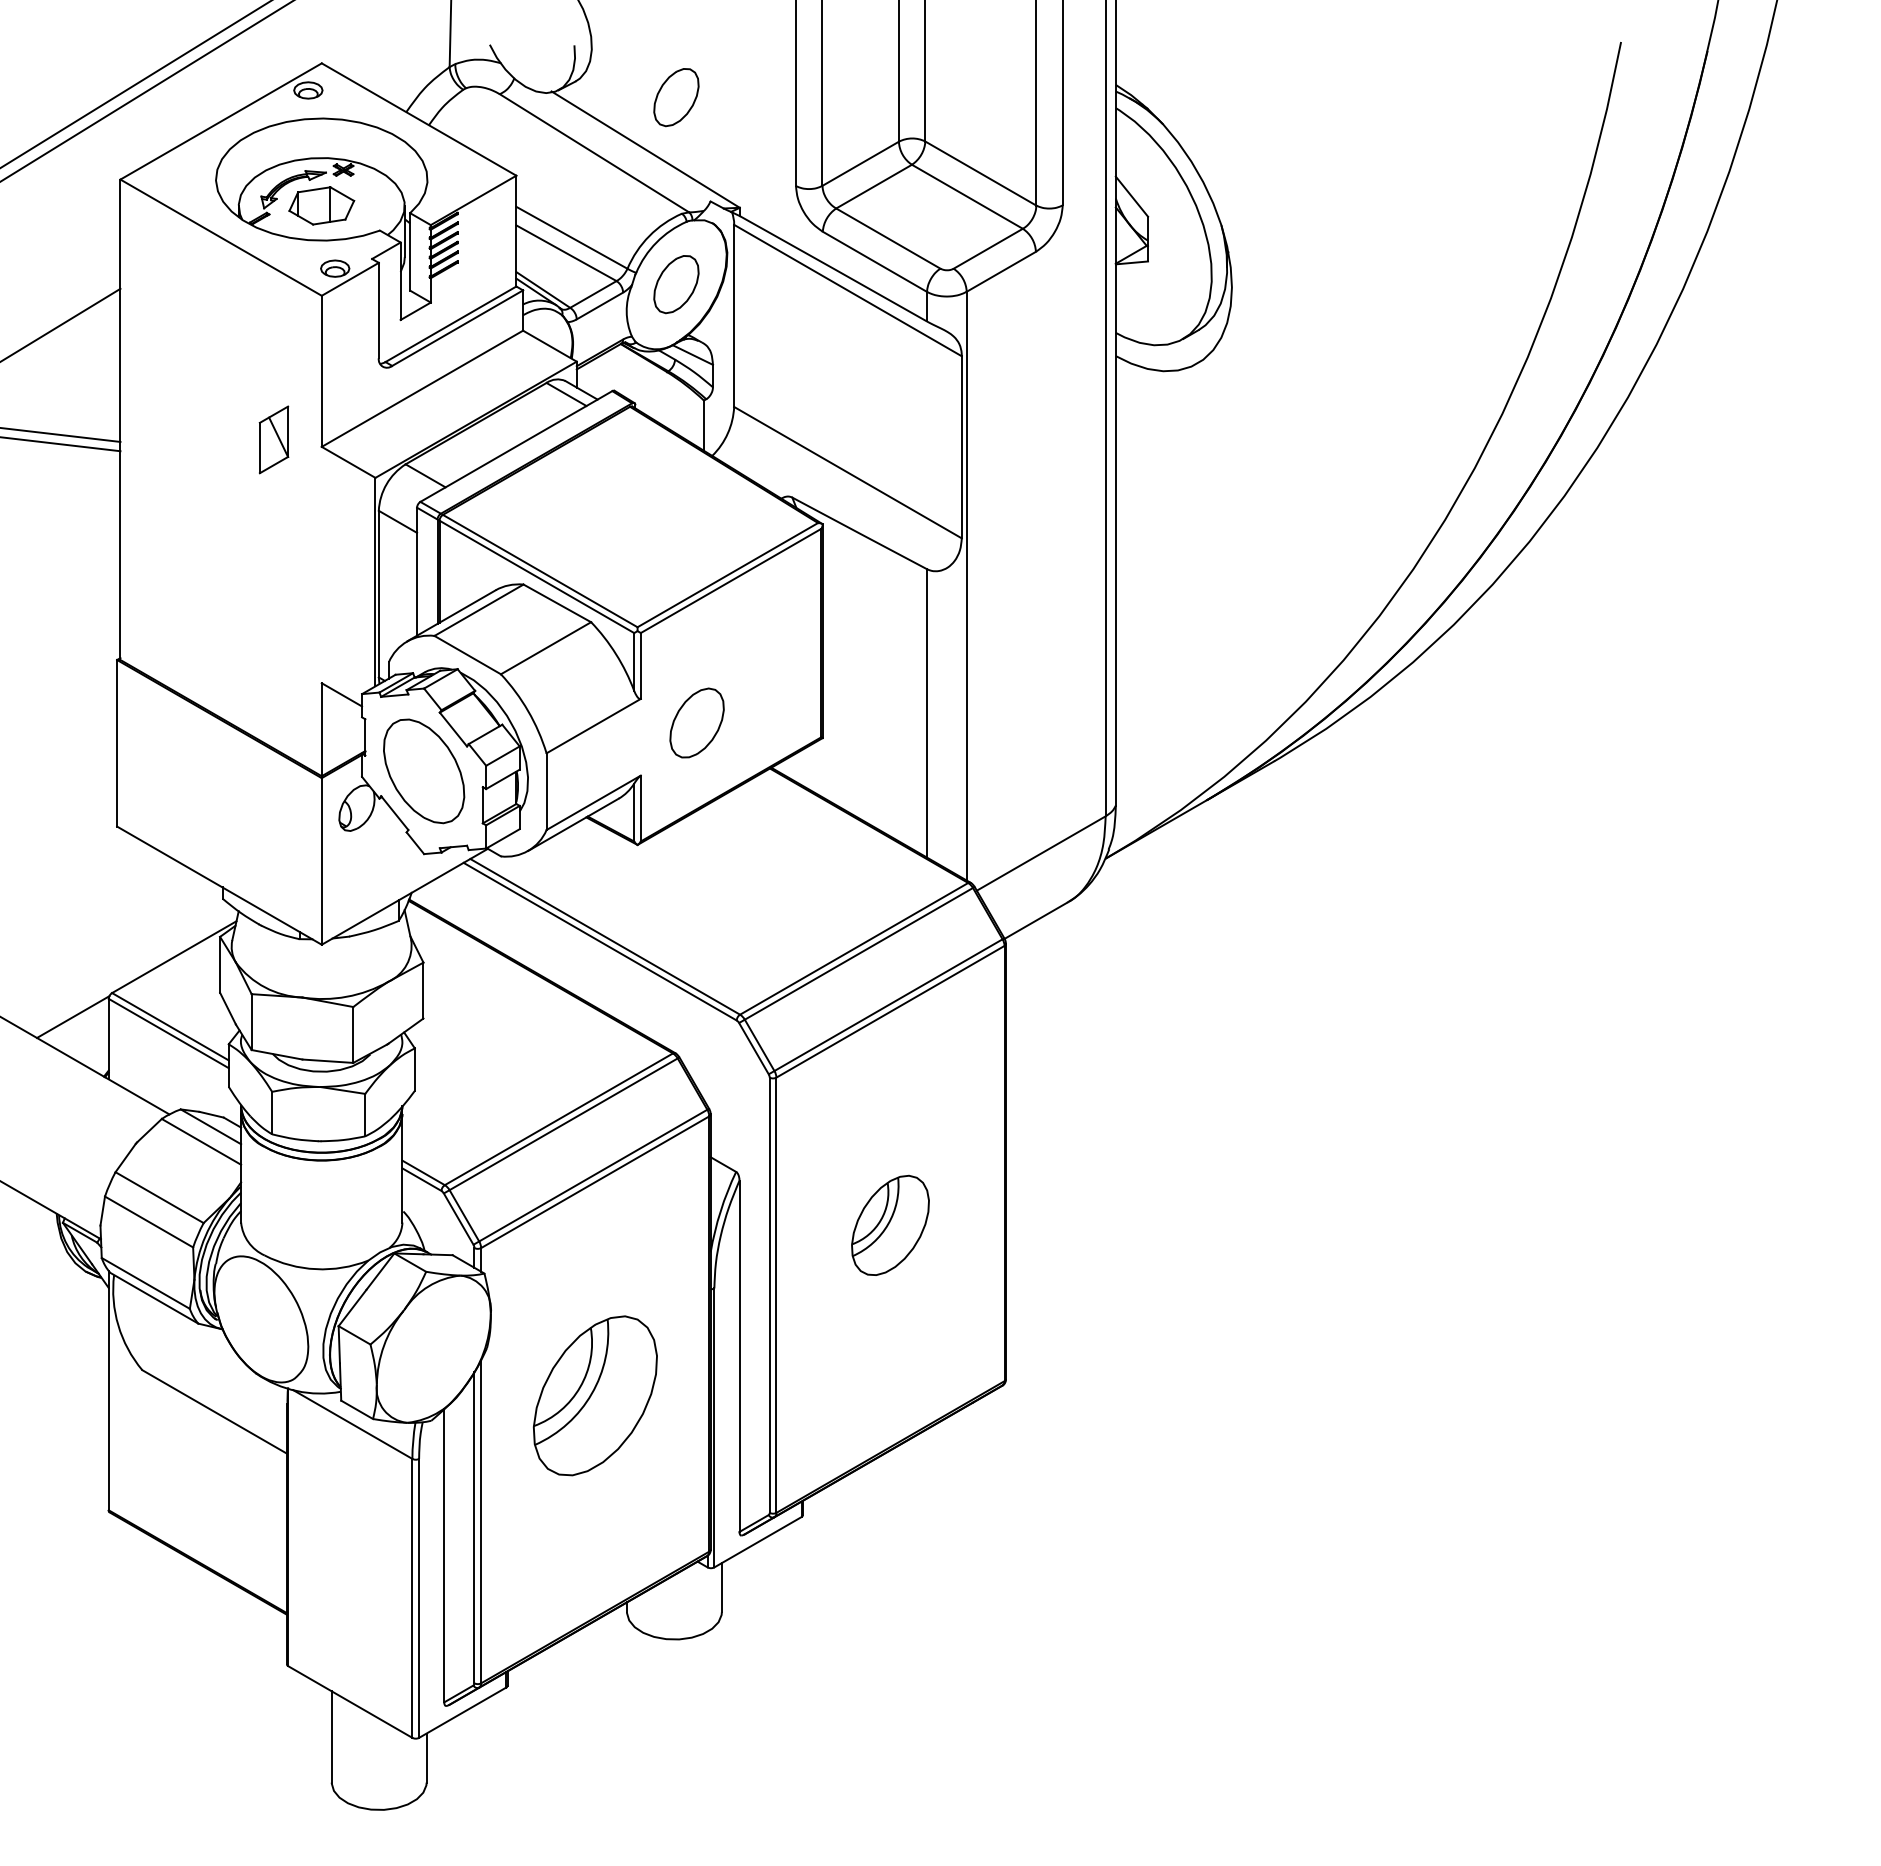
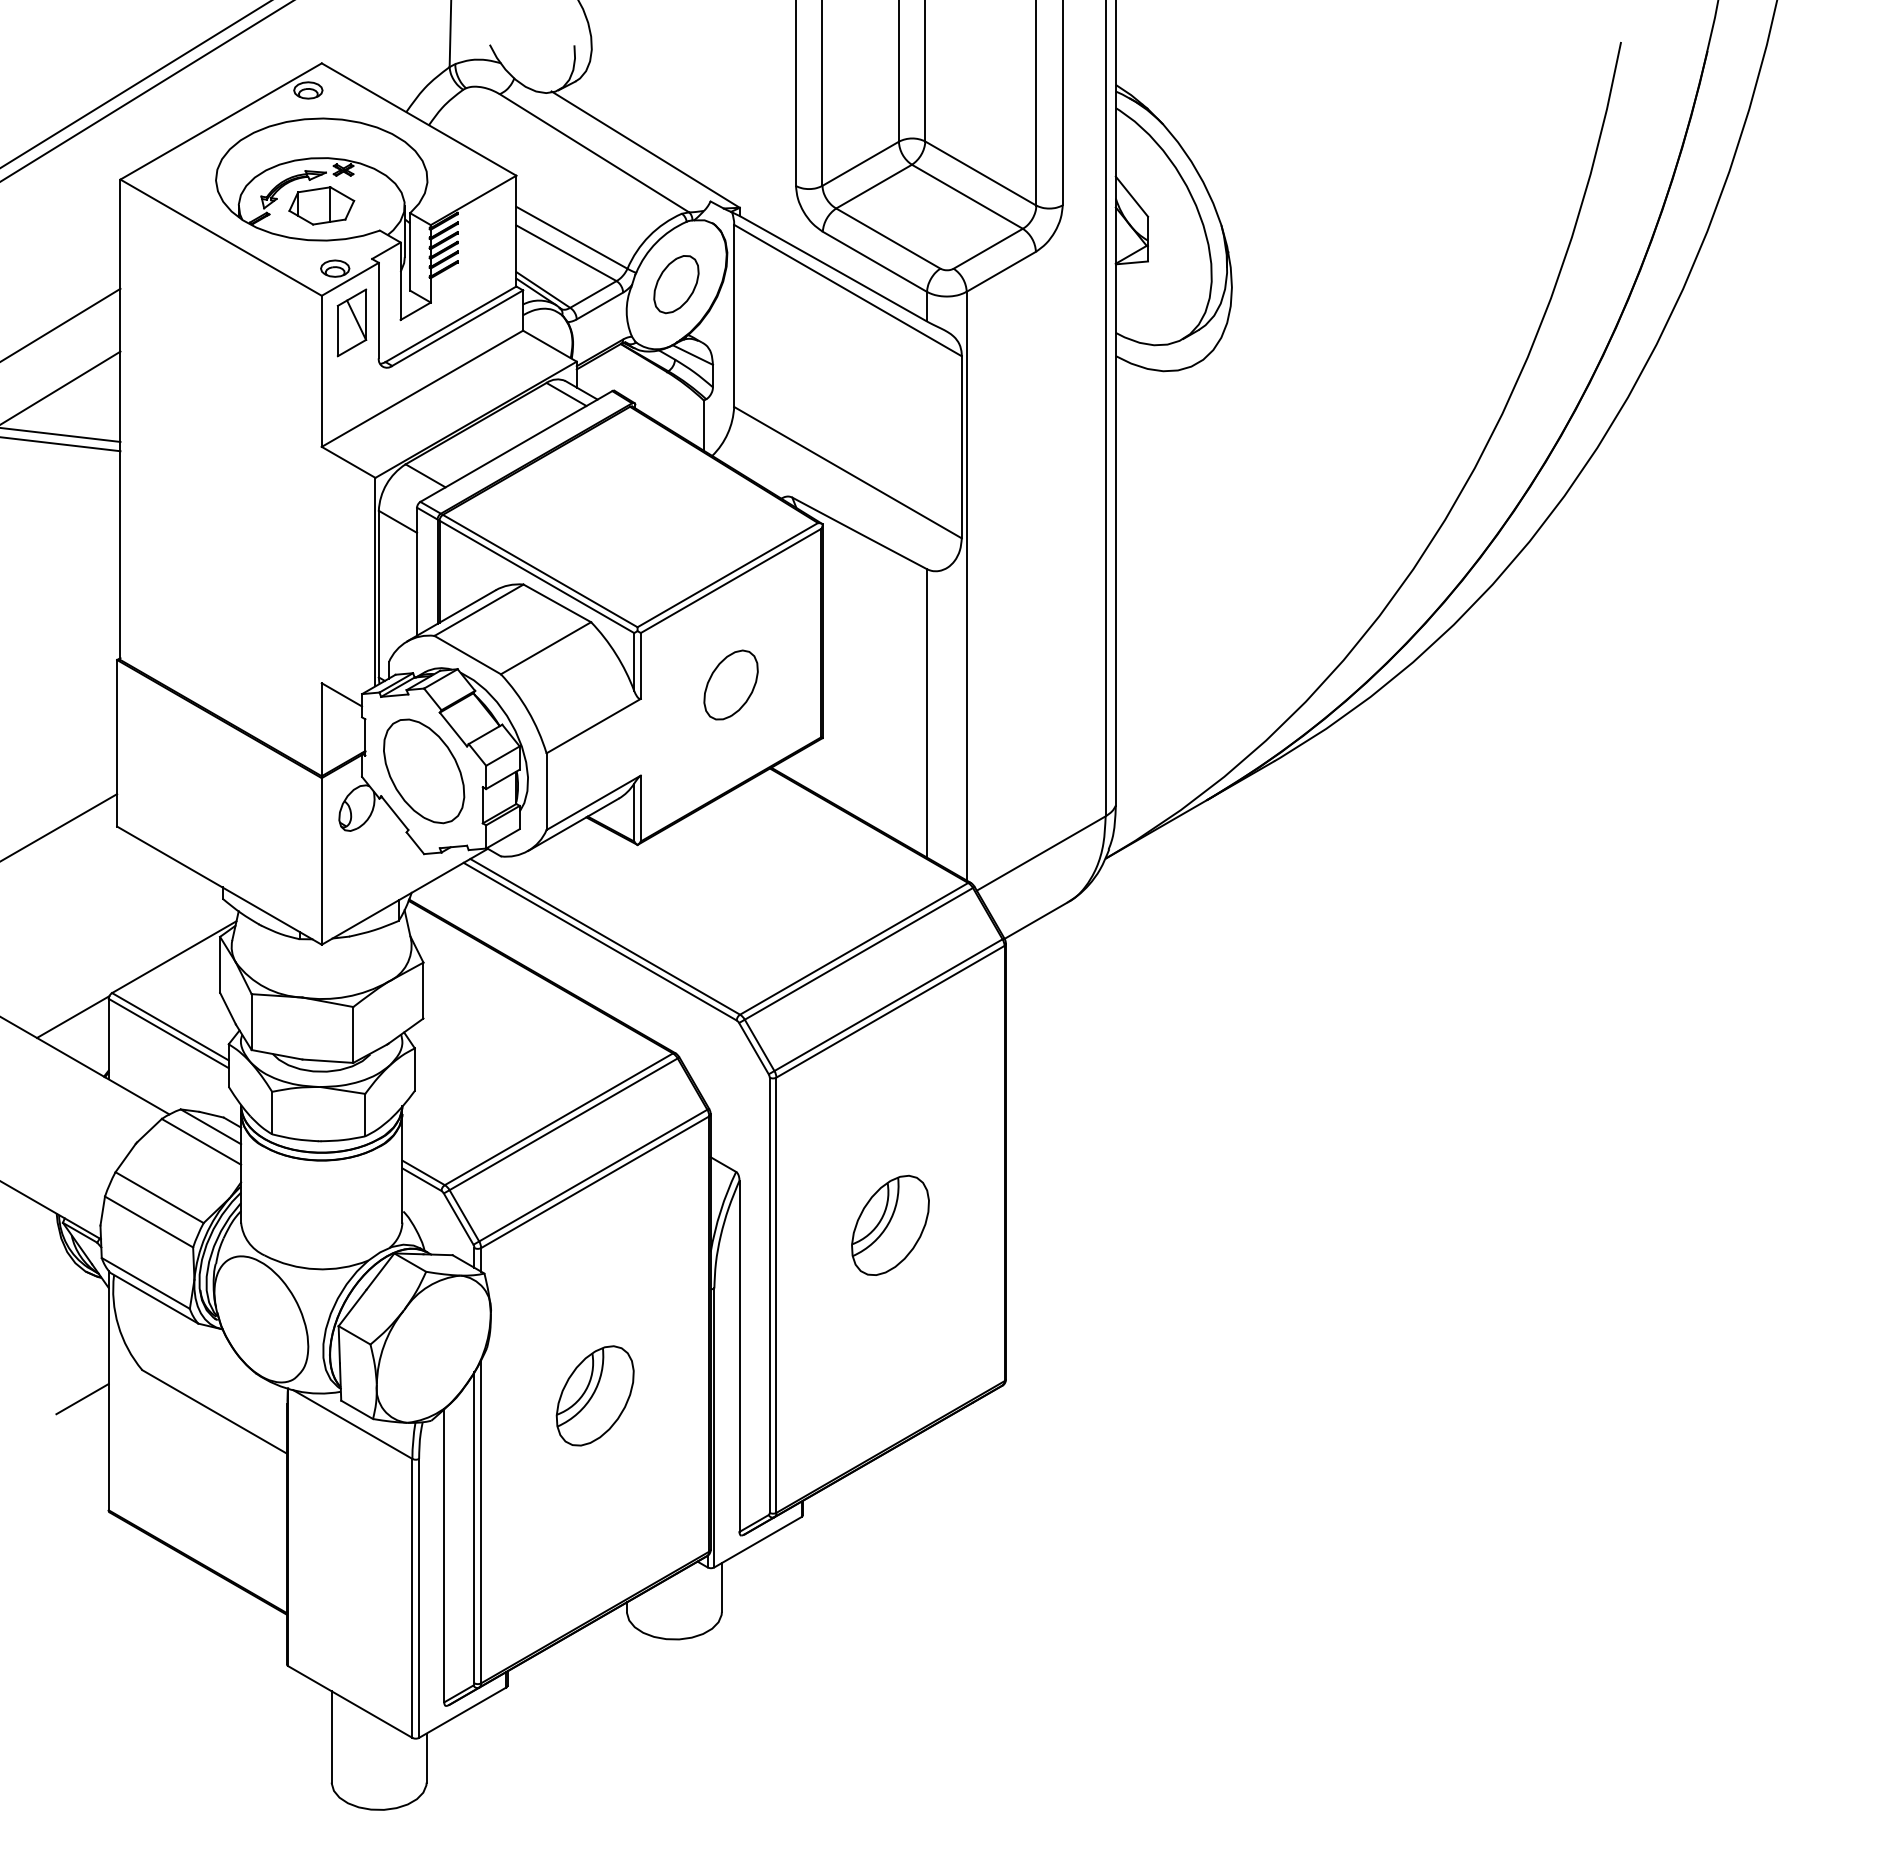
part at (676, 97): present -> none
line at (61, 387): none -> present
part at (273, 439) position: (273, 439) -> (351, 322)
part at (696, 722) position: (696, 722) -> (730, 684)
line at (59, 827): none -> present
part at (594, 1395) size: 126x162 px -> 80x102 px
line at (82, 1399): none -> present
